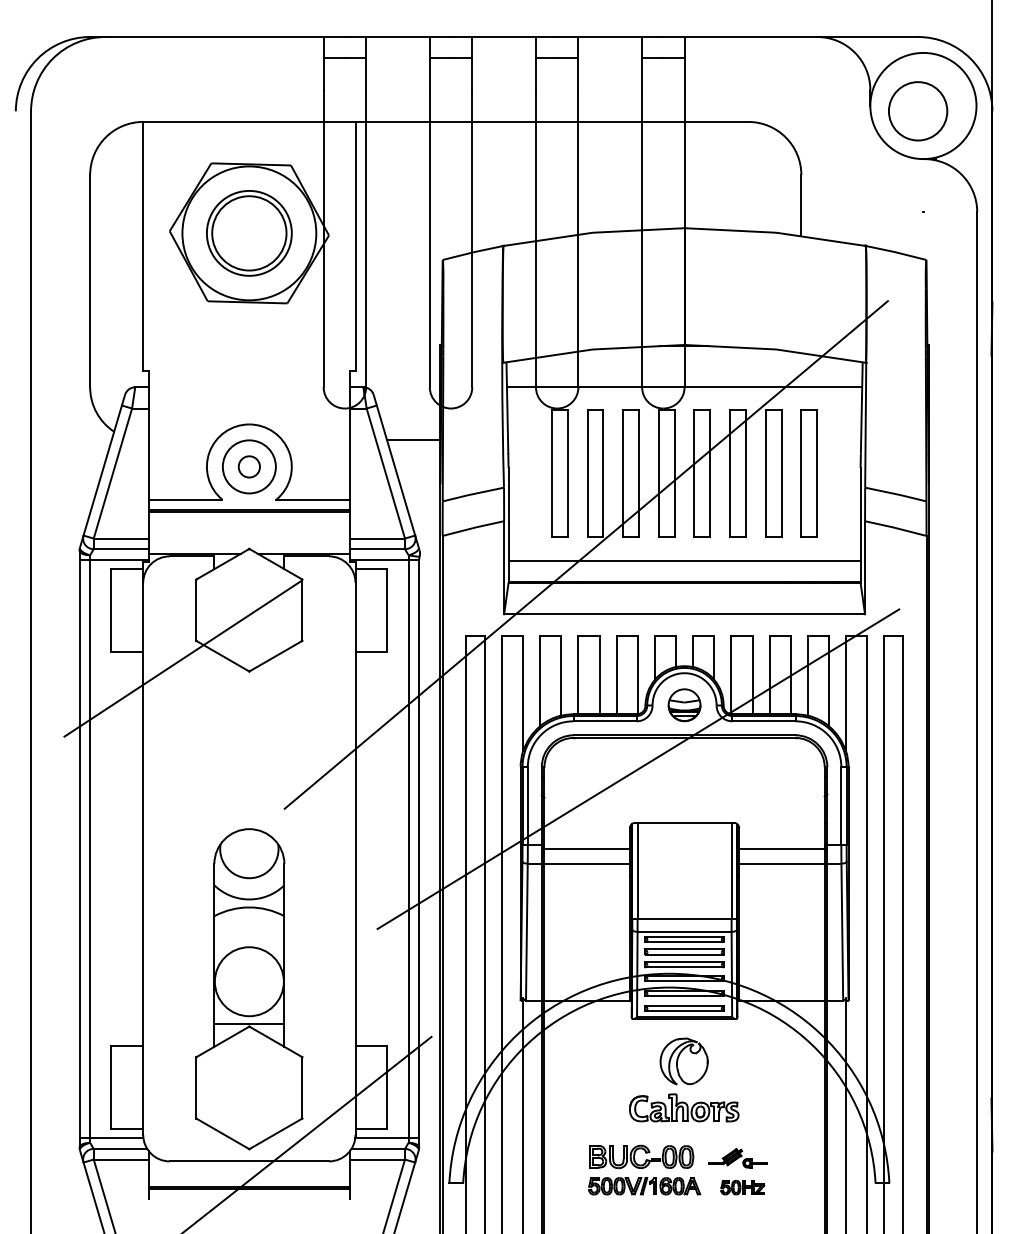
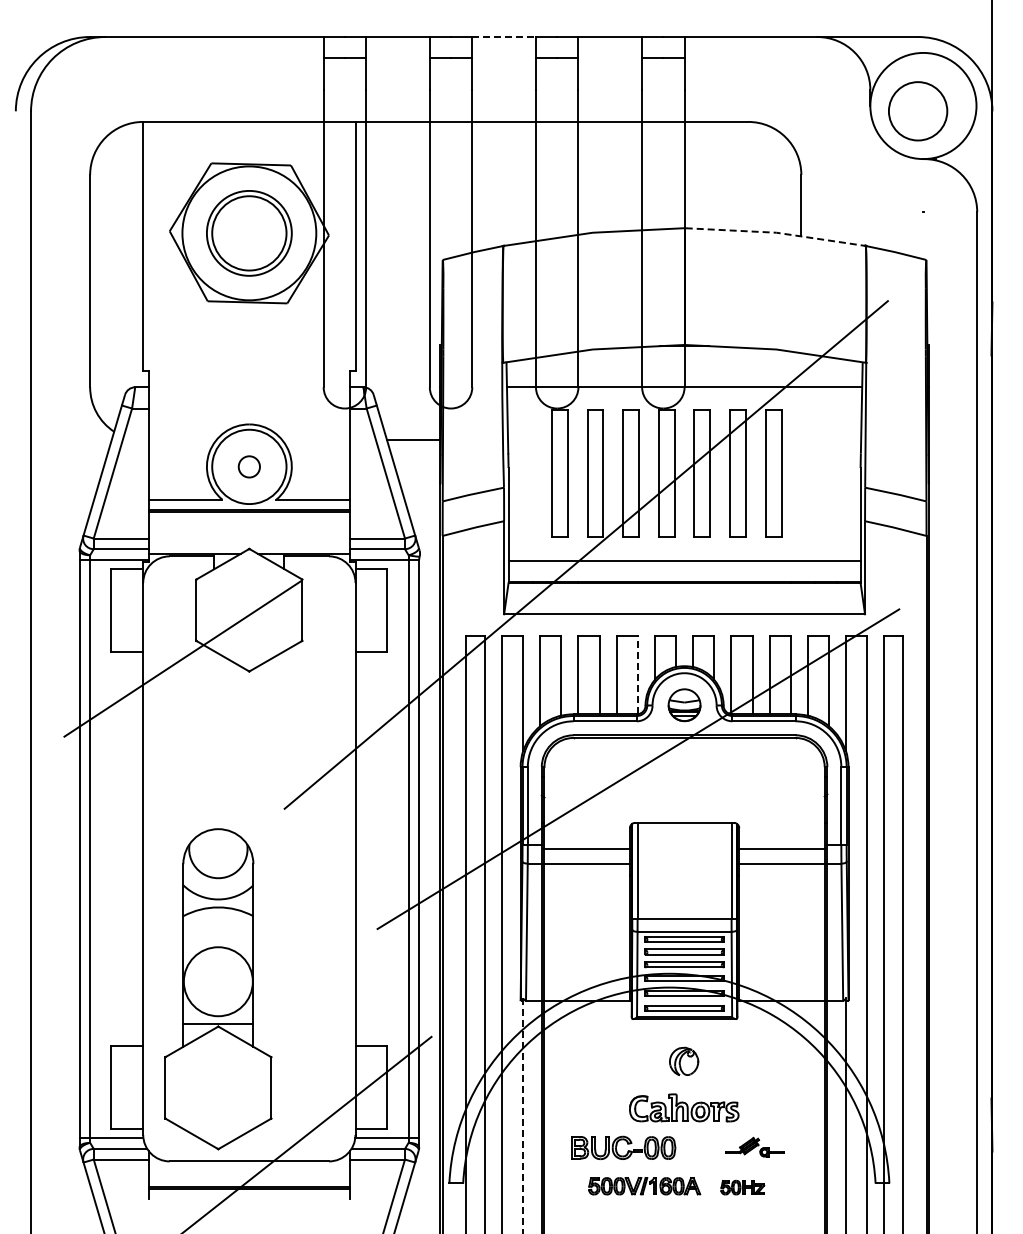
line at (504, 37): solid -> dashed
line at (776, 232): solid -> dashed
circle at (248, 466) diameter: 53 px -> 74 px
part at (808, 473): present -> none
line at (637, 674): solid -> dashed
part at (249, 989) position: (249, 989) -> (218, 989)
part at (683, 1061) size: 50x49 px -> 31x30 px
line at (523, 1116): solid -> dashed
part at (641, 1156) position: (641, 1156) -> (623, 1147)
part at (737, 1157) position: (737, 1157) -> (754, 1146)
